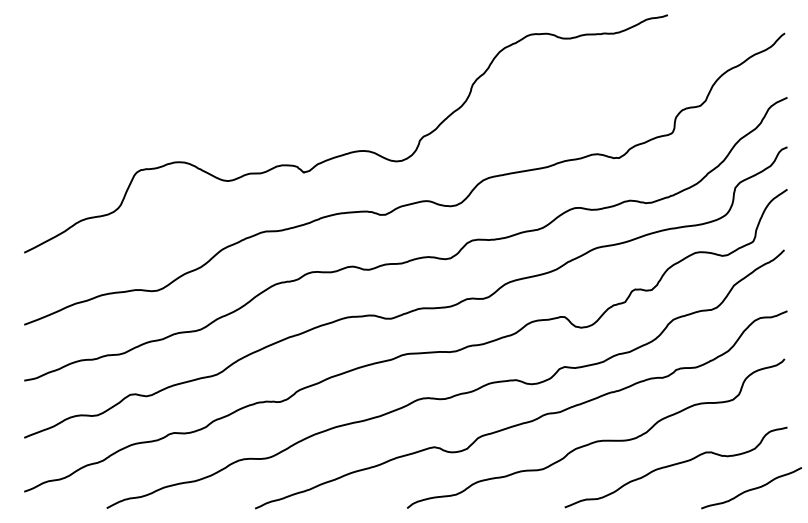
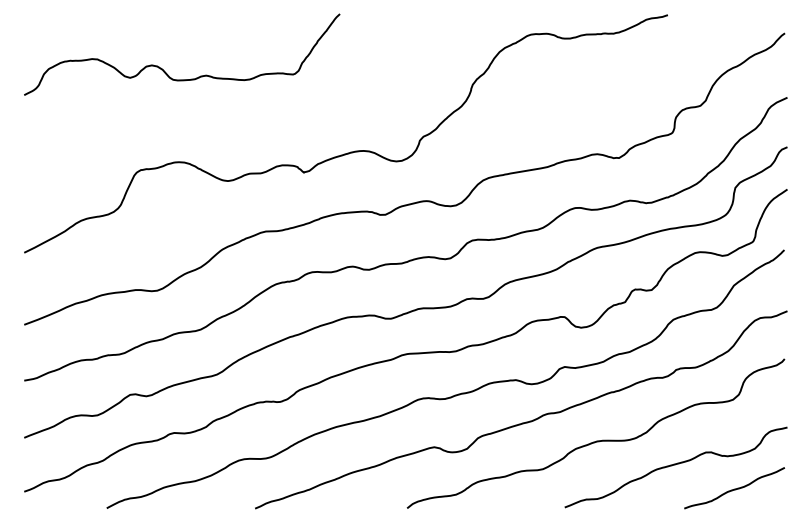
curve at (165, 71): none -> present
curve at (751, 488) position: (751, 488) -> (734, 488)
